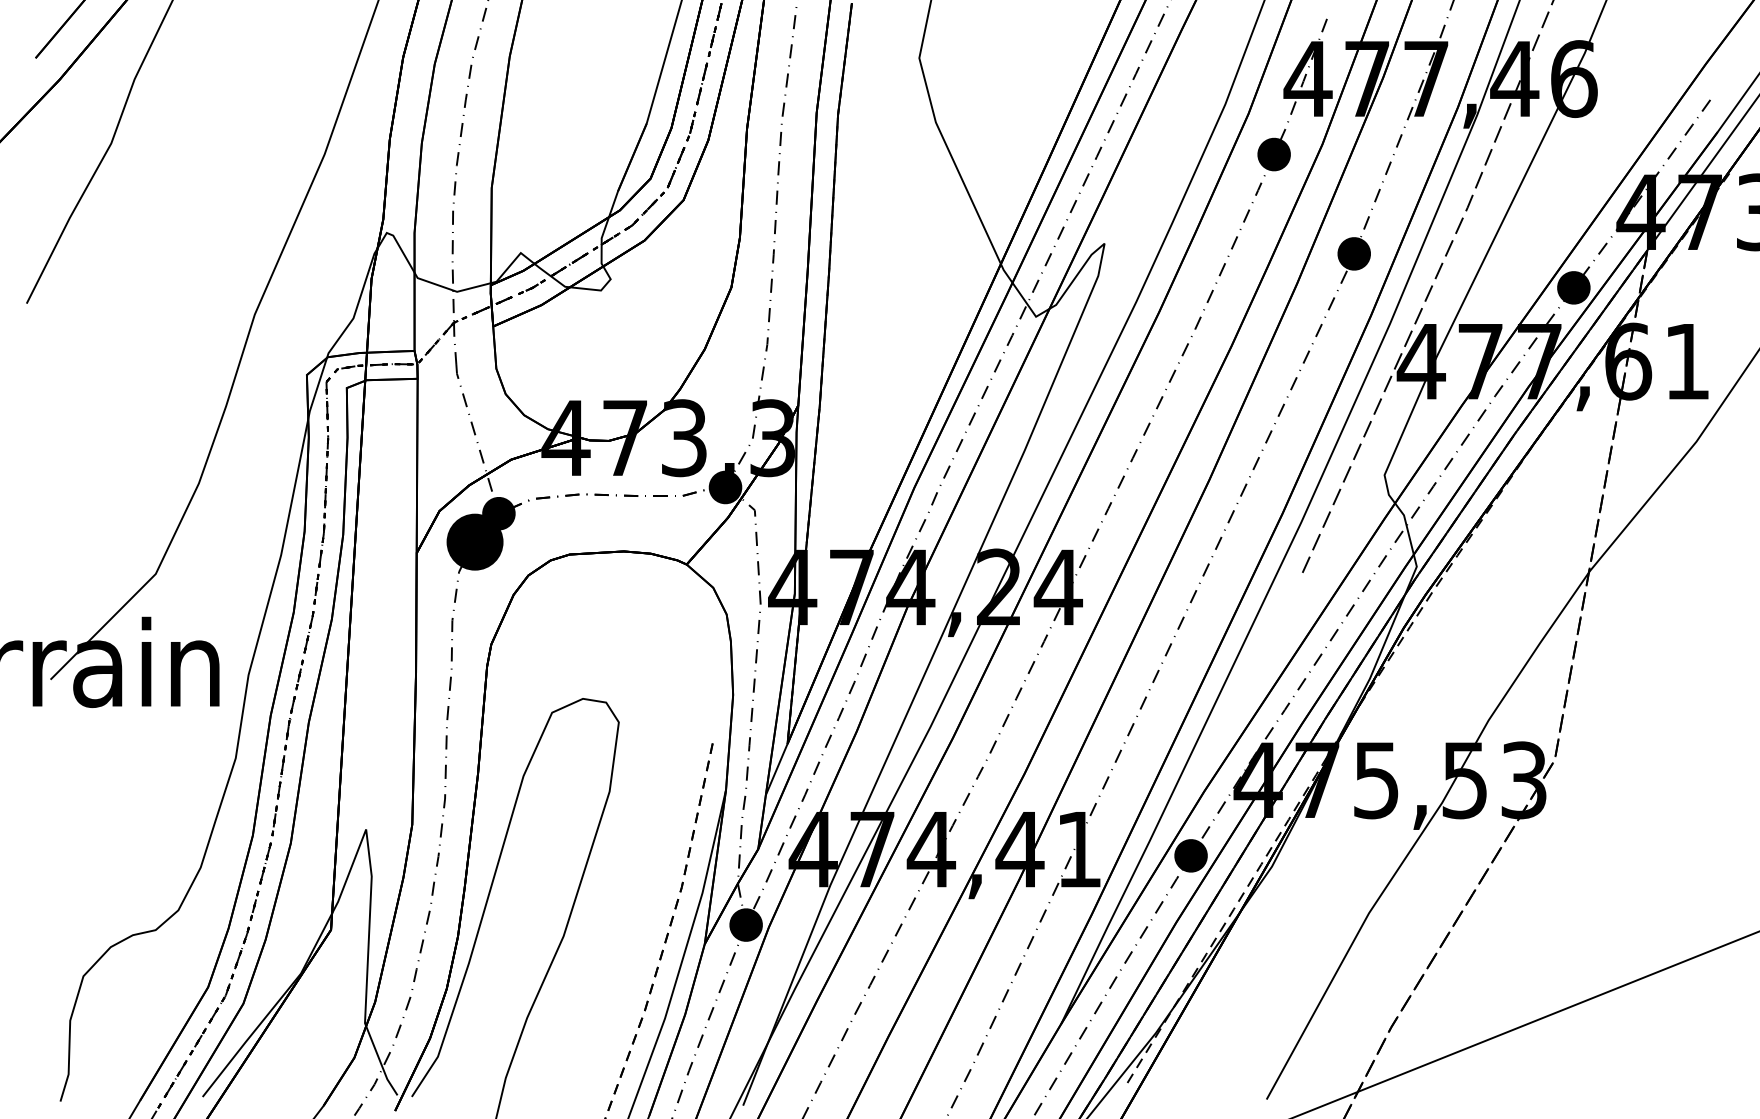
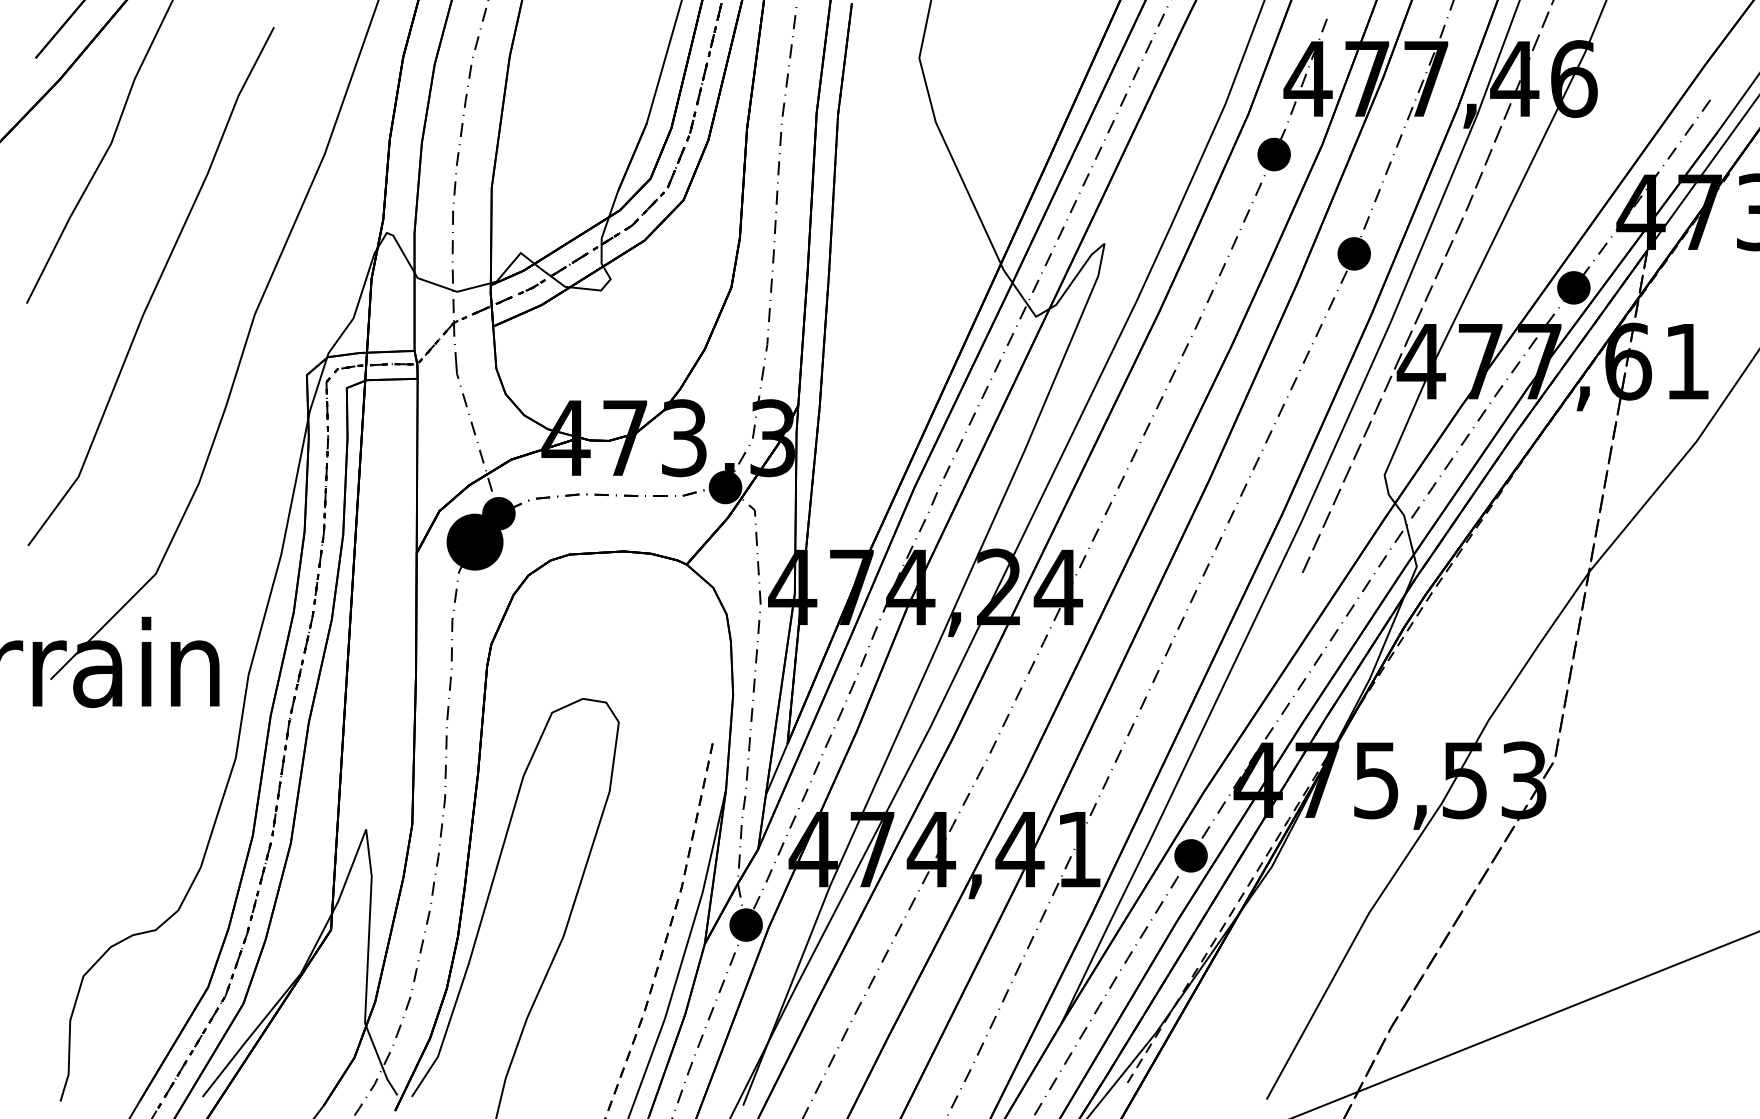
curve at (154, 287): none -> present
